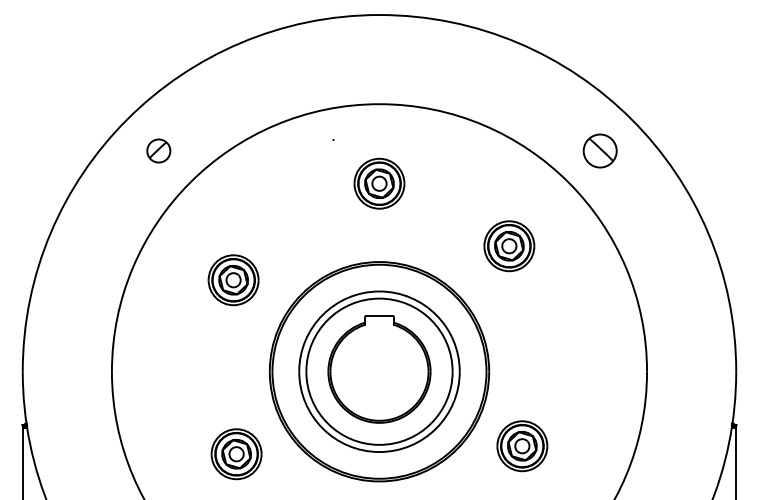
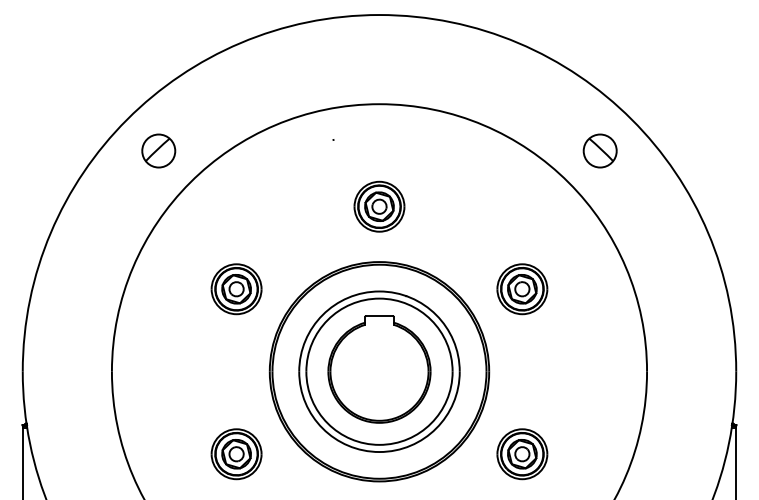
part at (158, 150) size: 26x26 px -> 36x36 px
part at (379, 183) position: (379, 183) -> (379, 206)
part at (509, 246) position: (509, 246) -> (522, 289)
part at (233, 280) position: (233, 280) -> (236, 289)
part at (522, 446) position: (522, 446) -> (522, 454)
